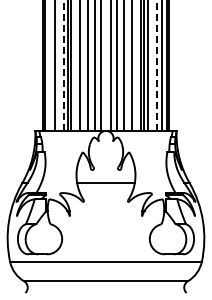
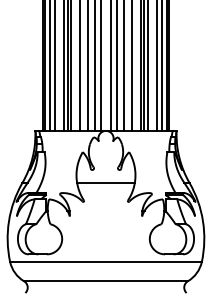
line at (63, 65): dashed -> solid
line at (156, 65): dashed -> solid
line at (50, 66): none -> present
